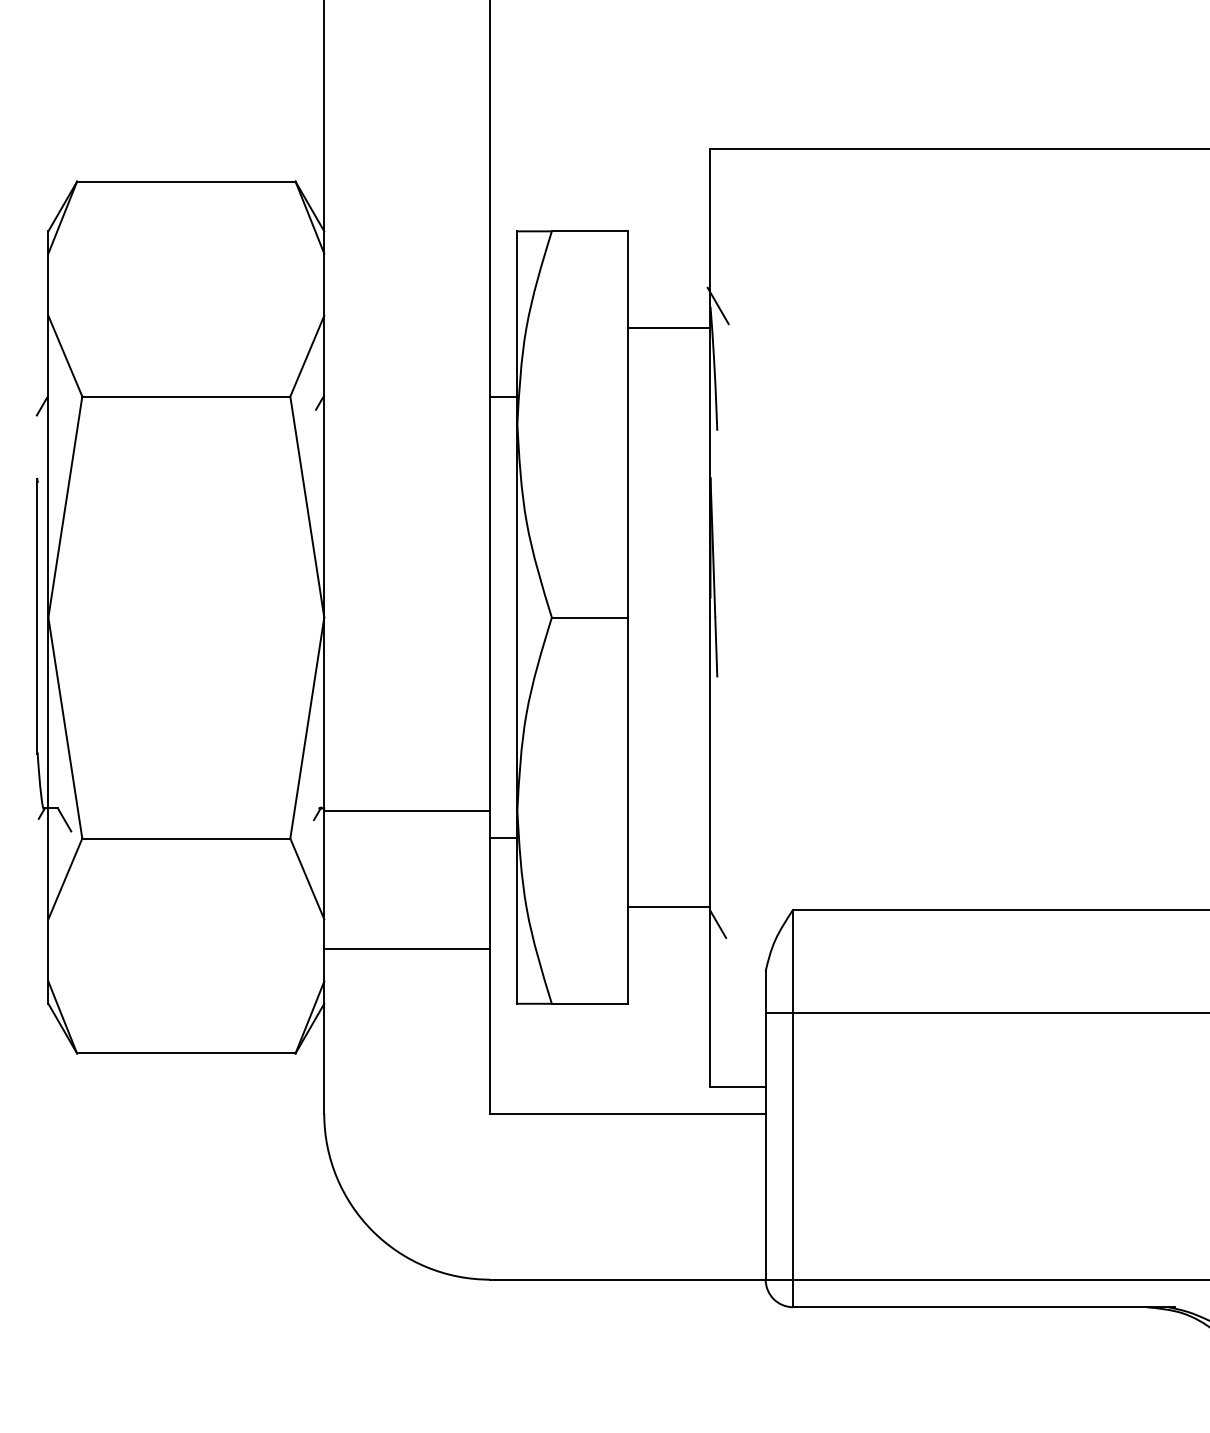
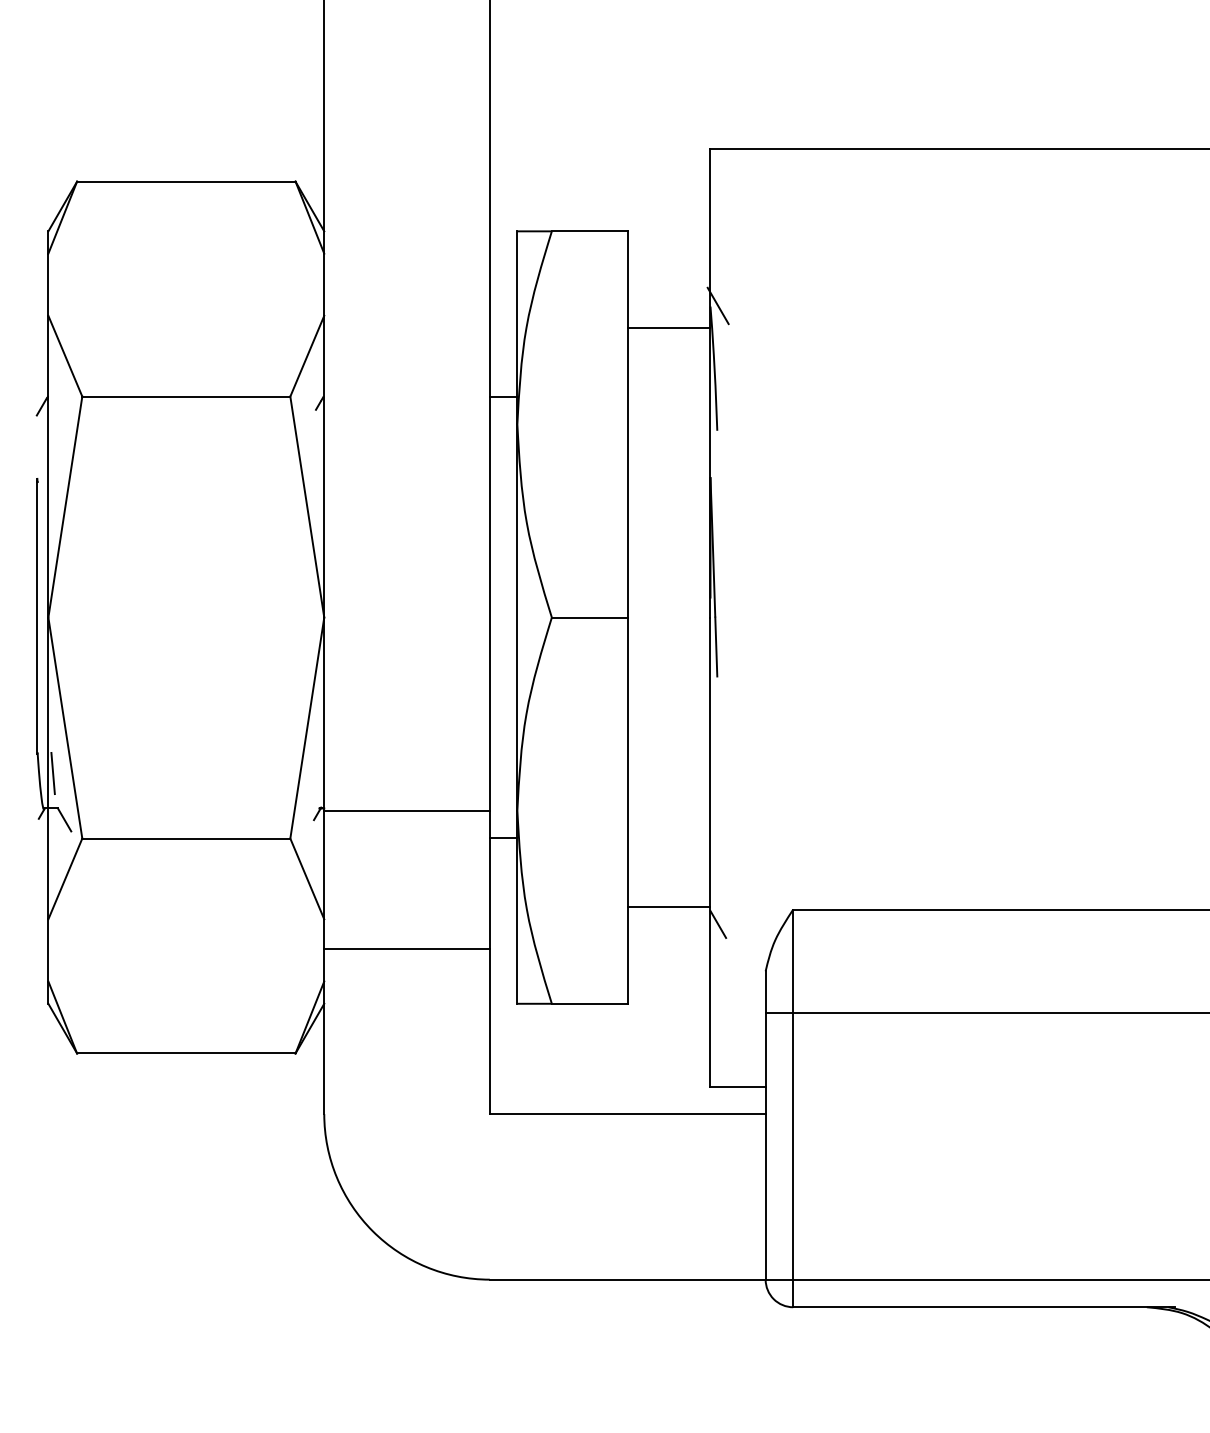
line at (52, 773): none -> present
